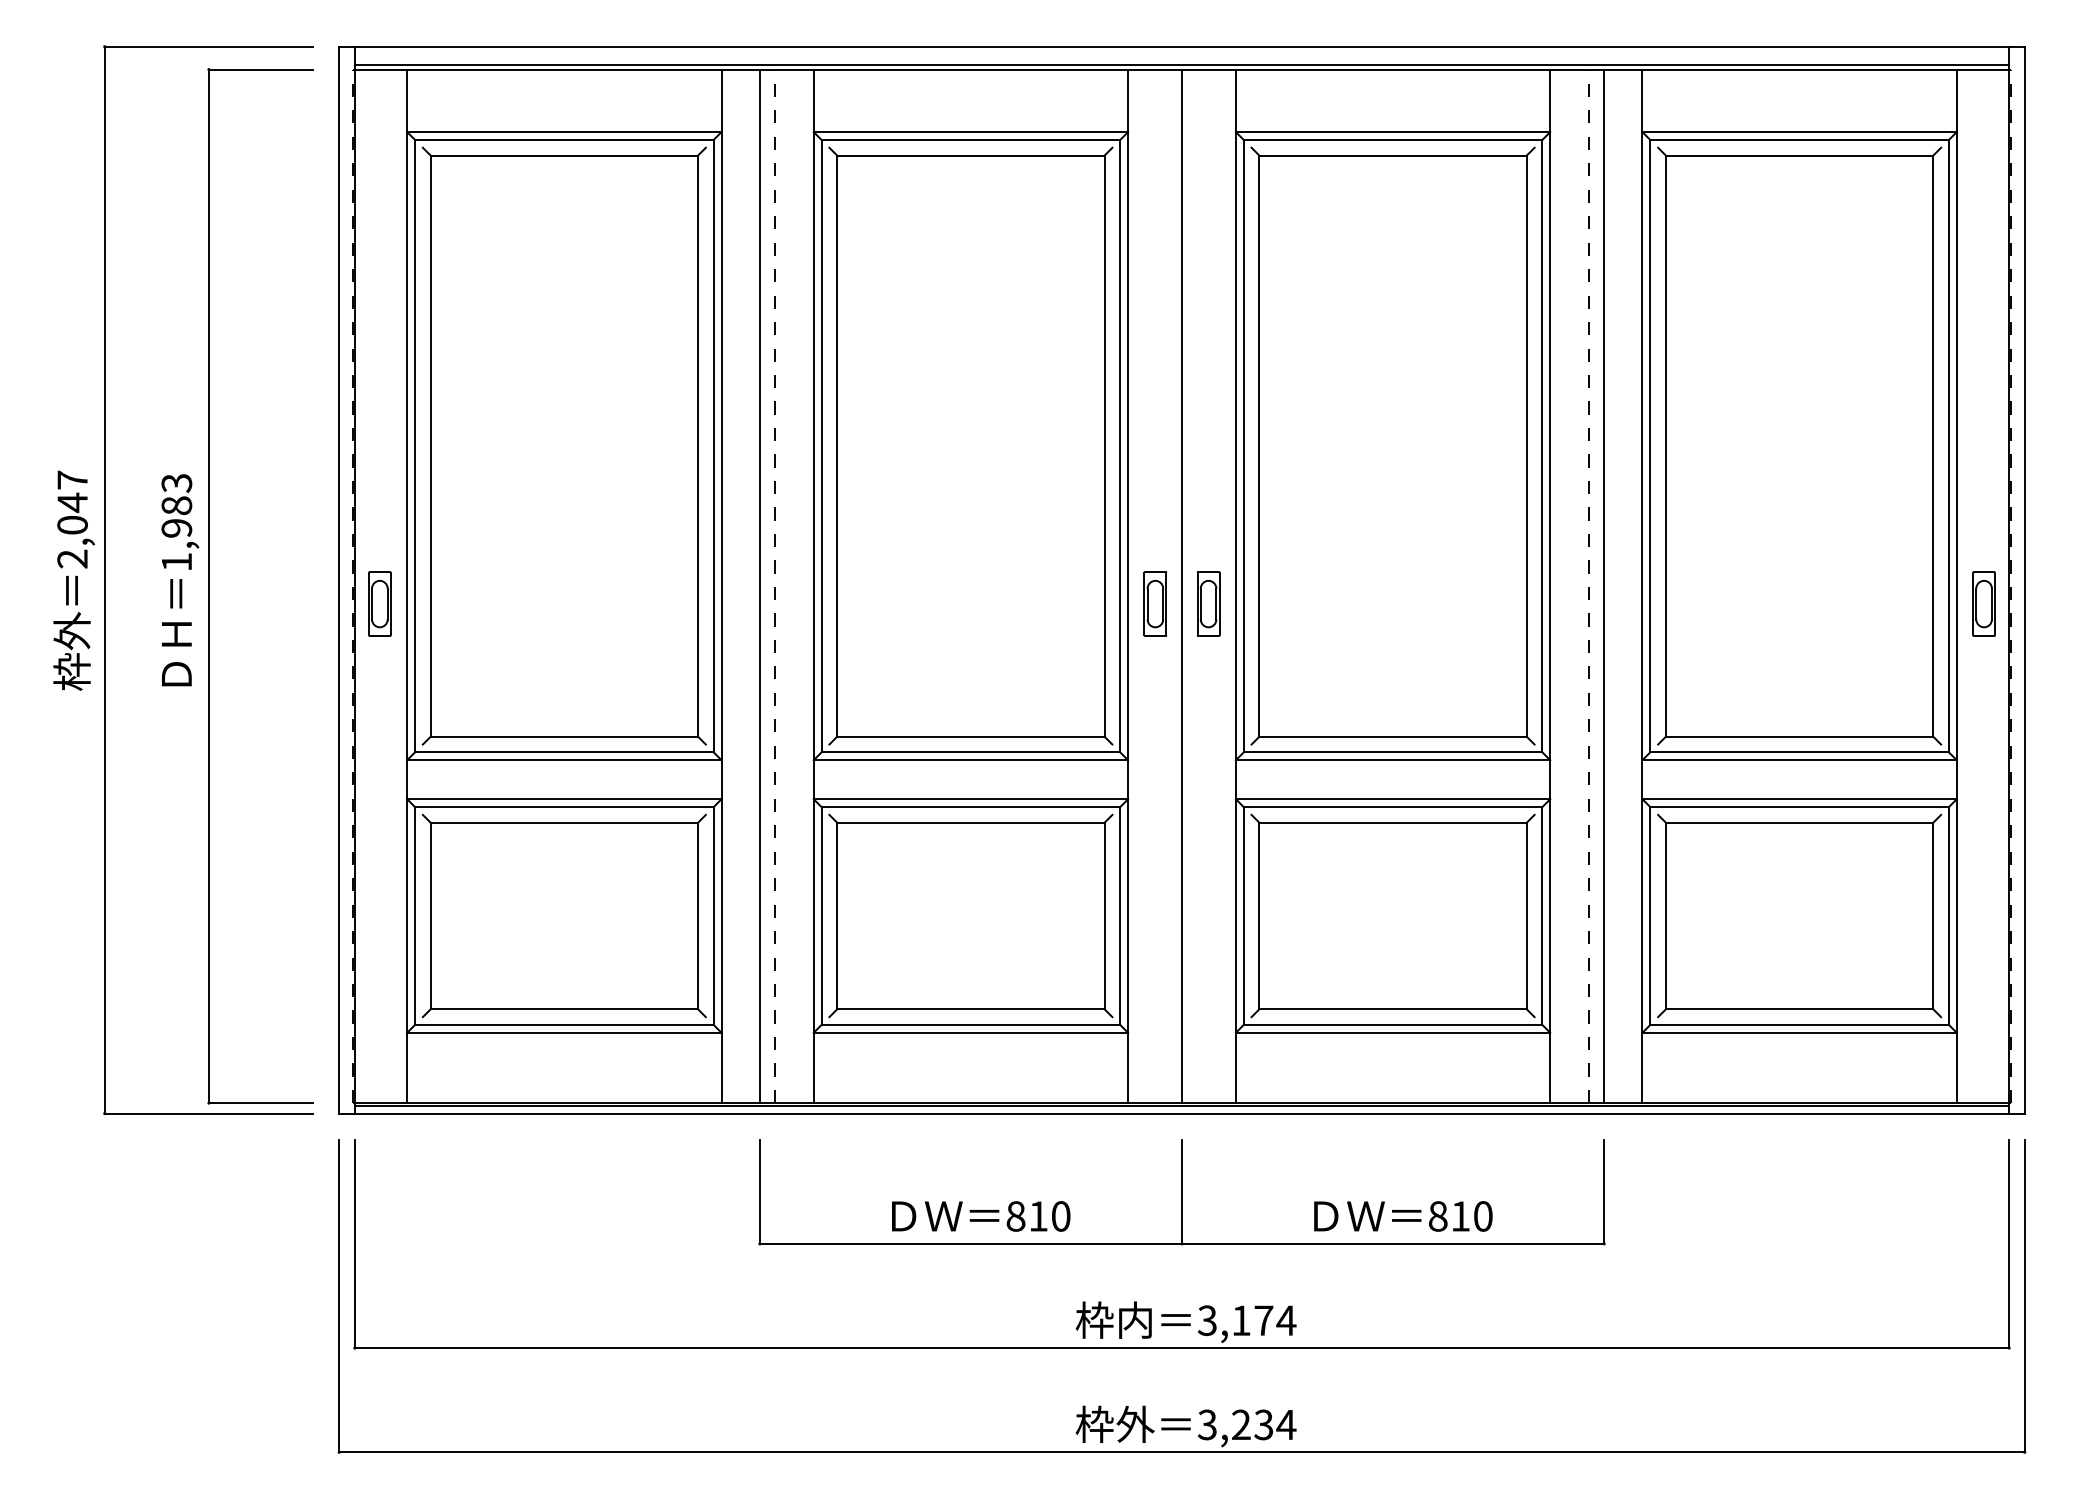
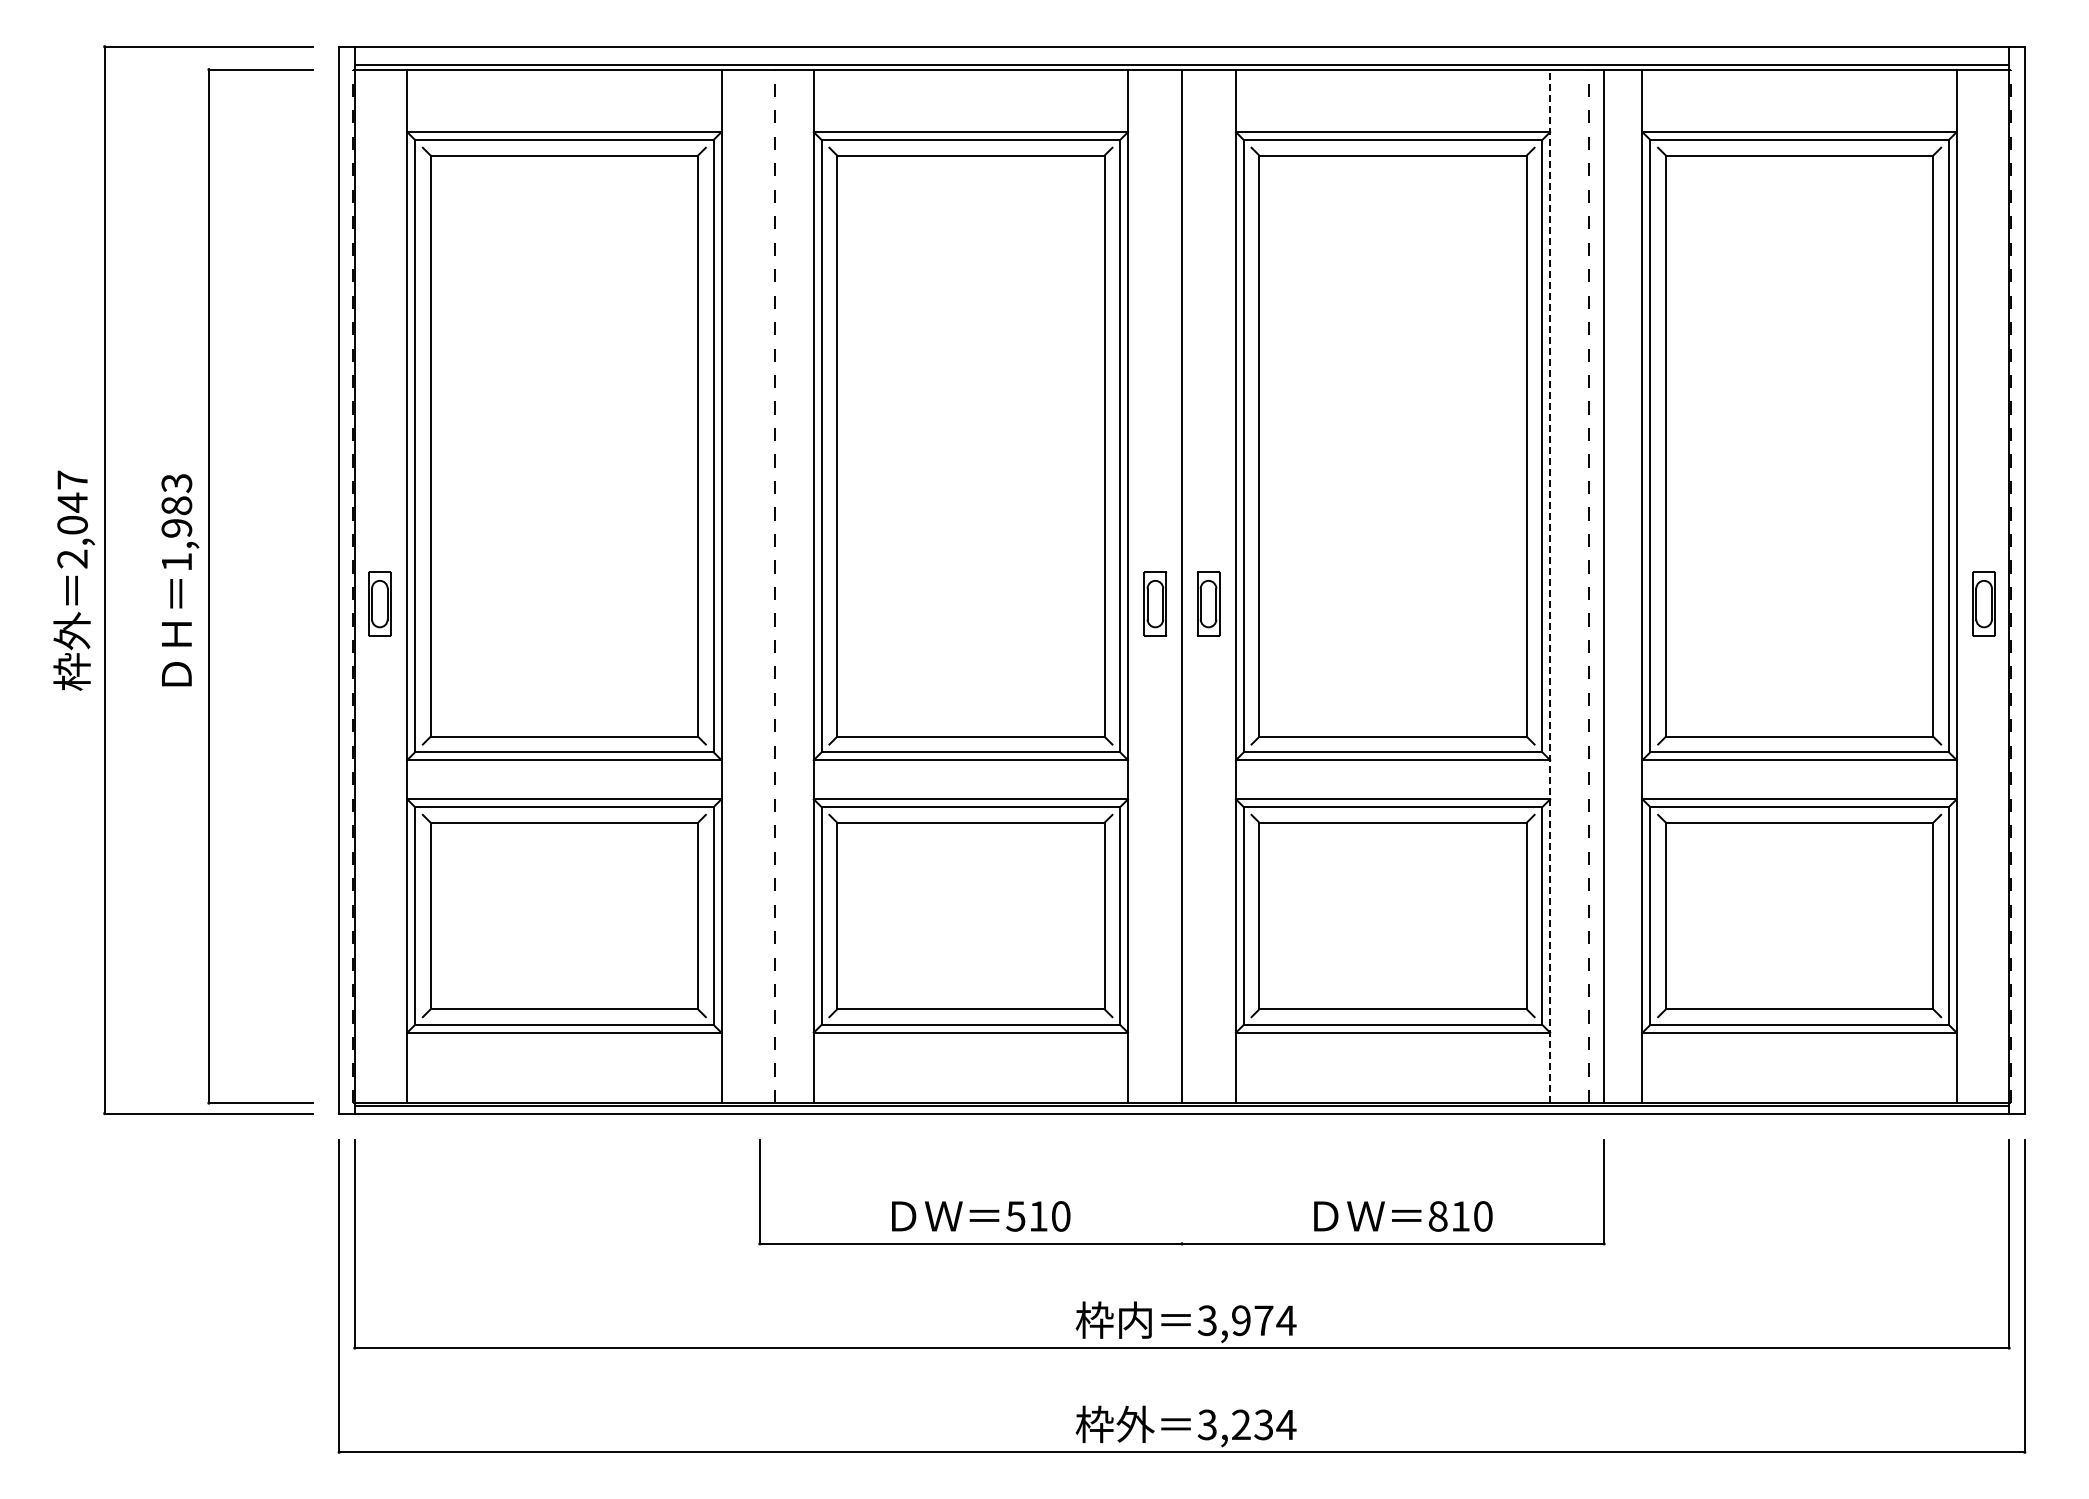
line at (759, 586): present -> none
line at (1550, 586): solid -> dashed
line at (1181, 1191): present -> none
text at (1015, 1216): 810 -> 510
text at (1241, 1320): 3,174 -> 3,974
